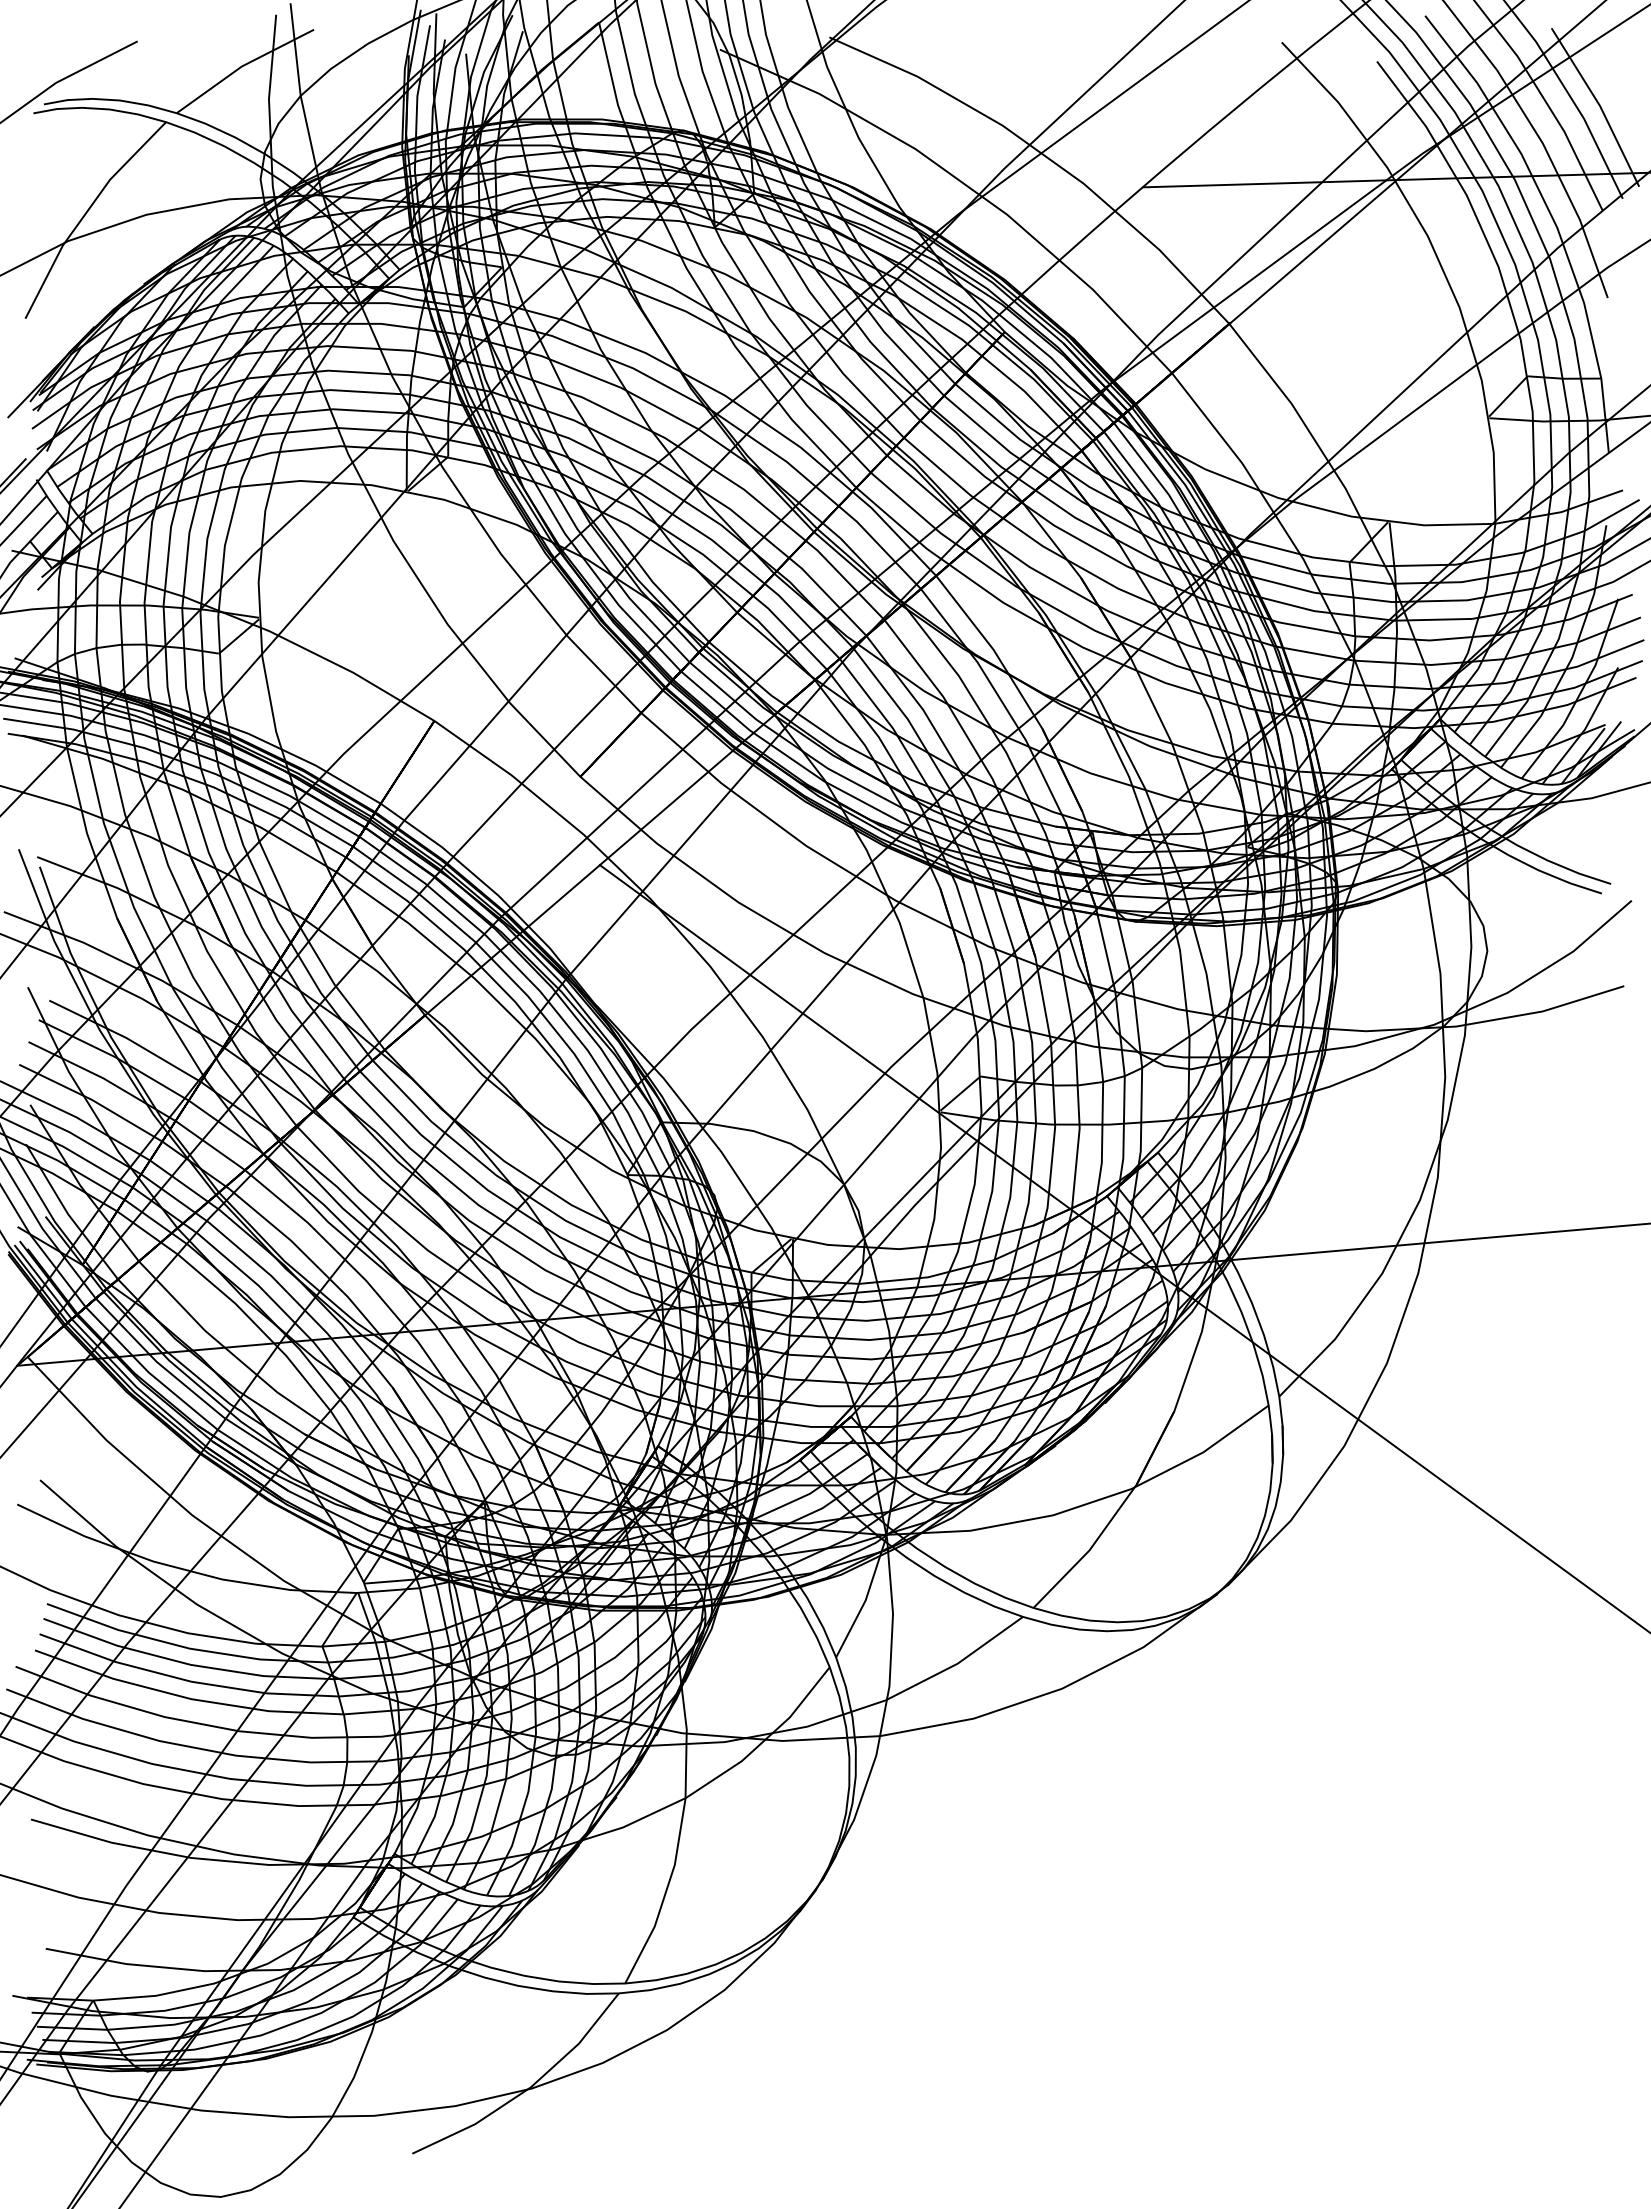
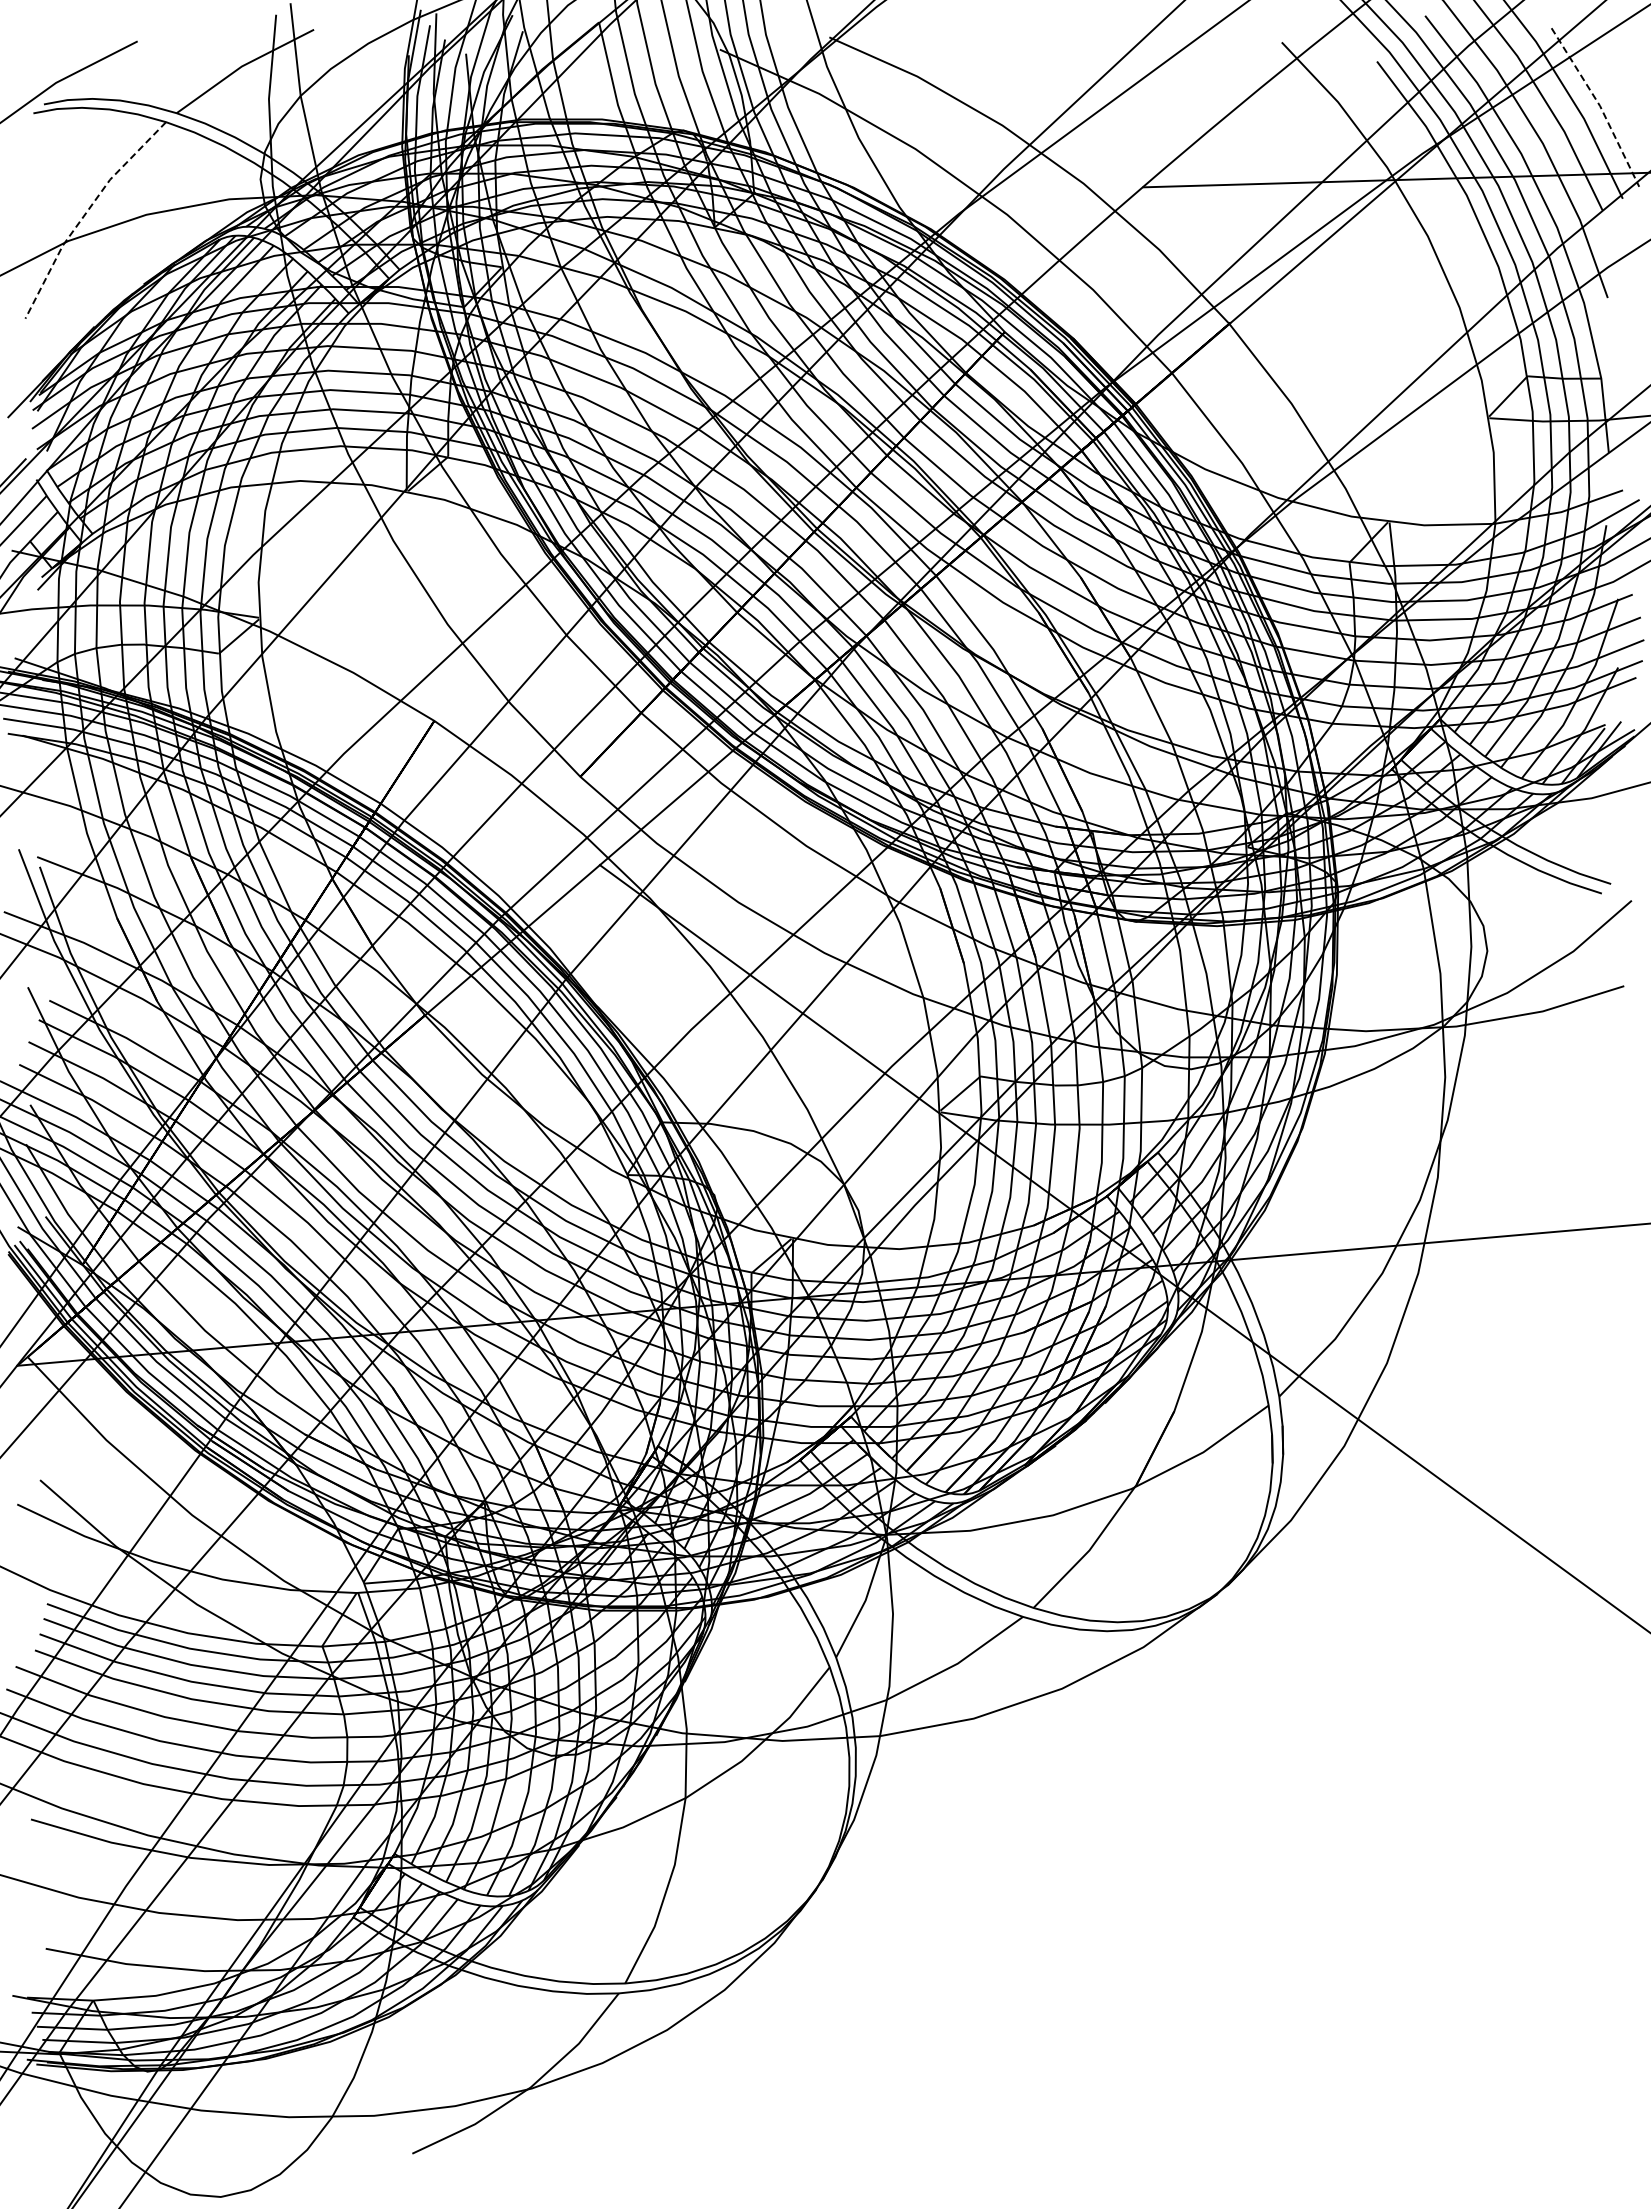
line at (1600, 106): solid -> dashed
line at (85, 213): solid -> dashed
